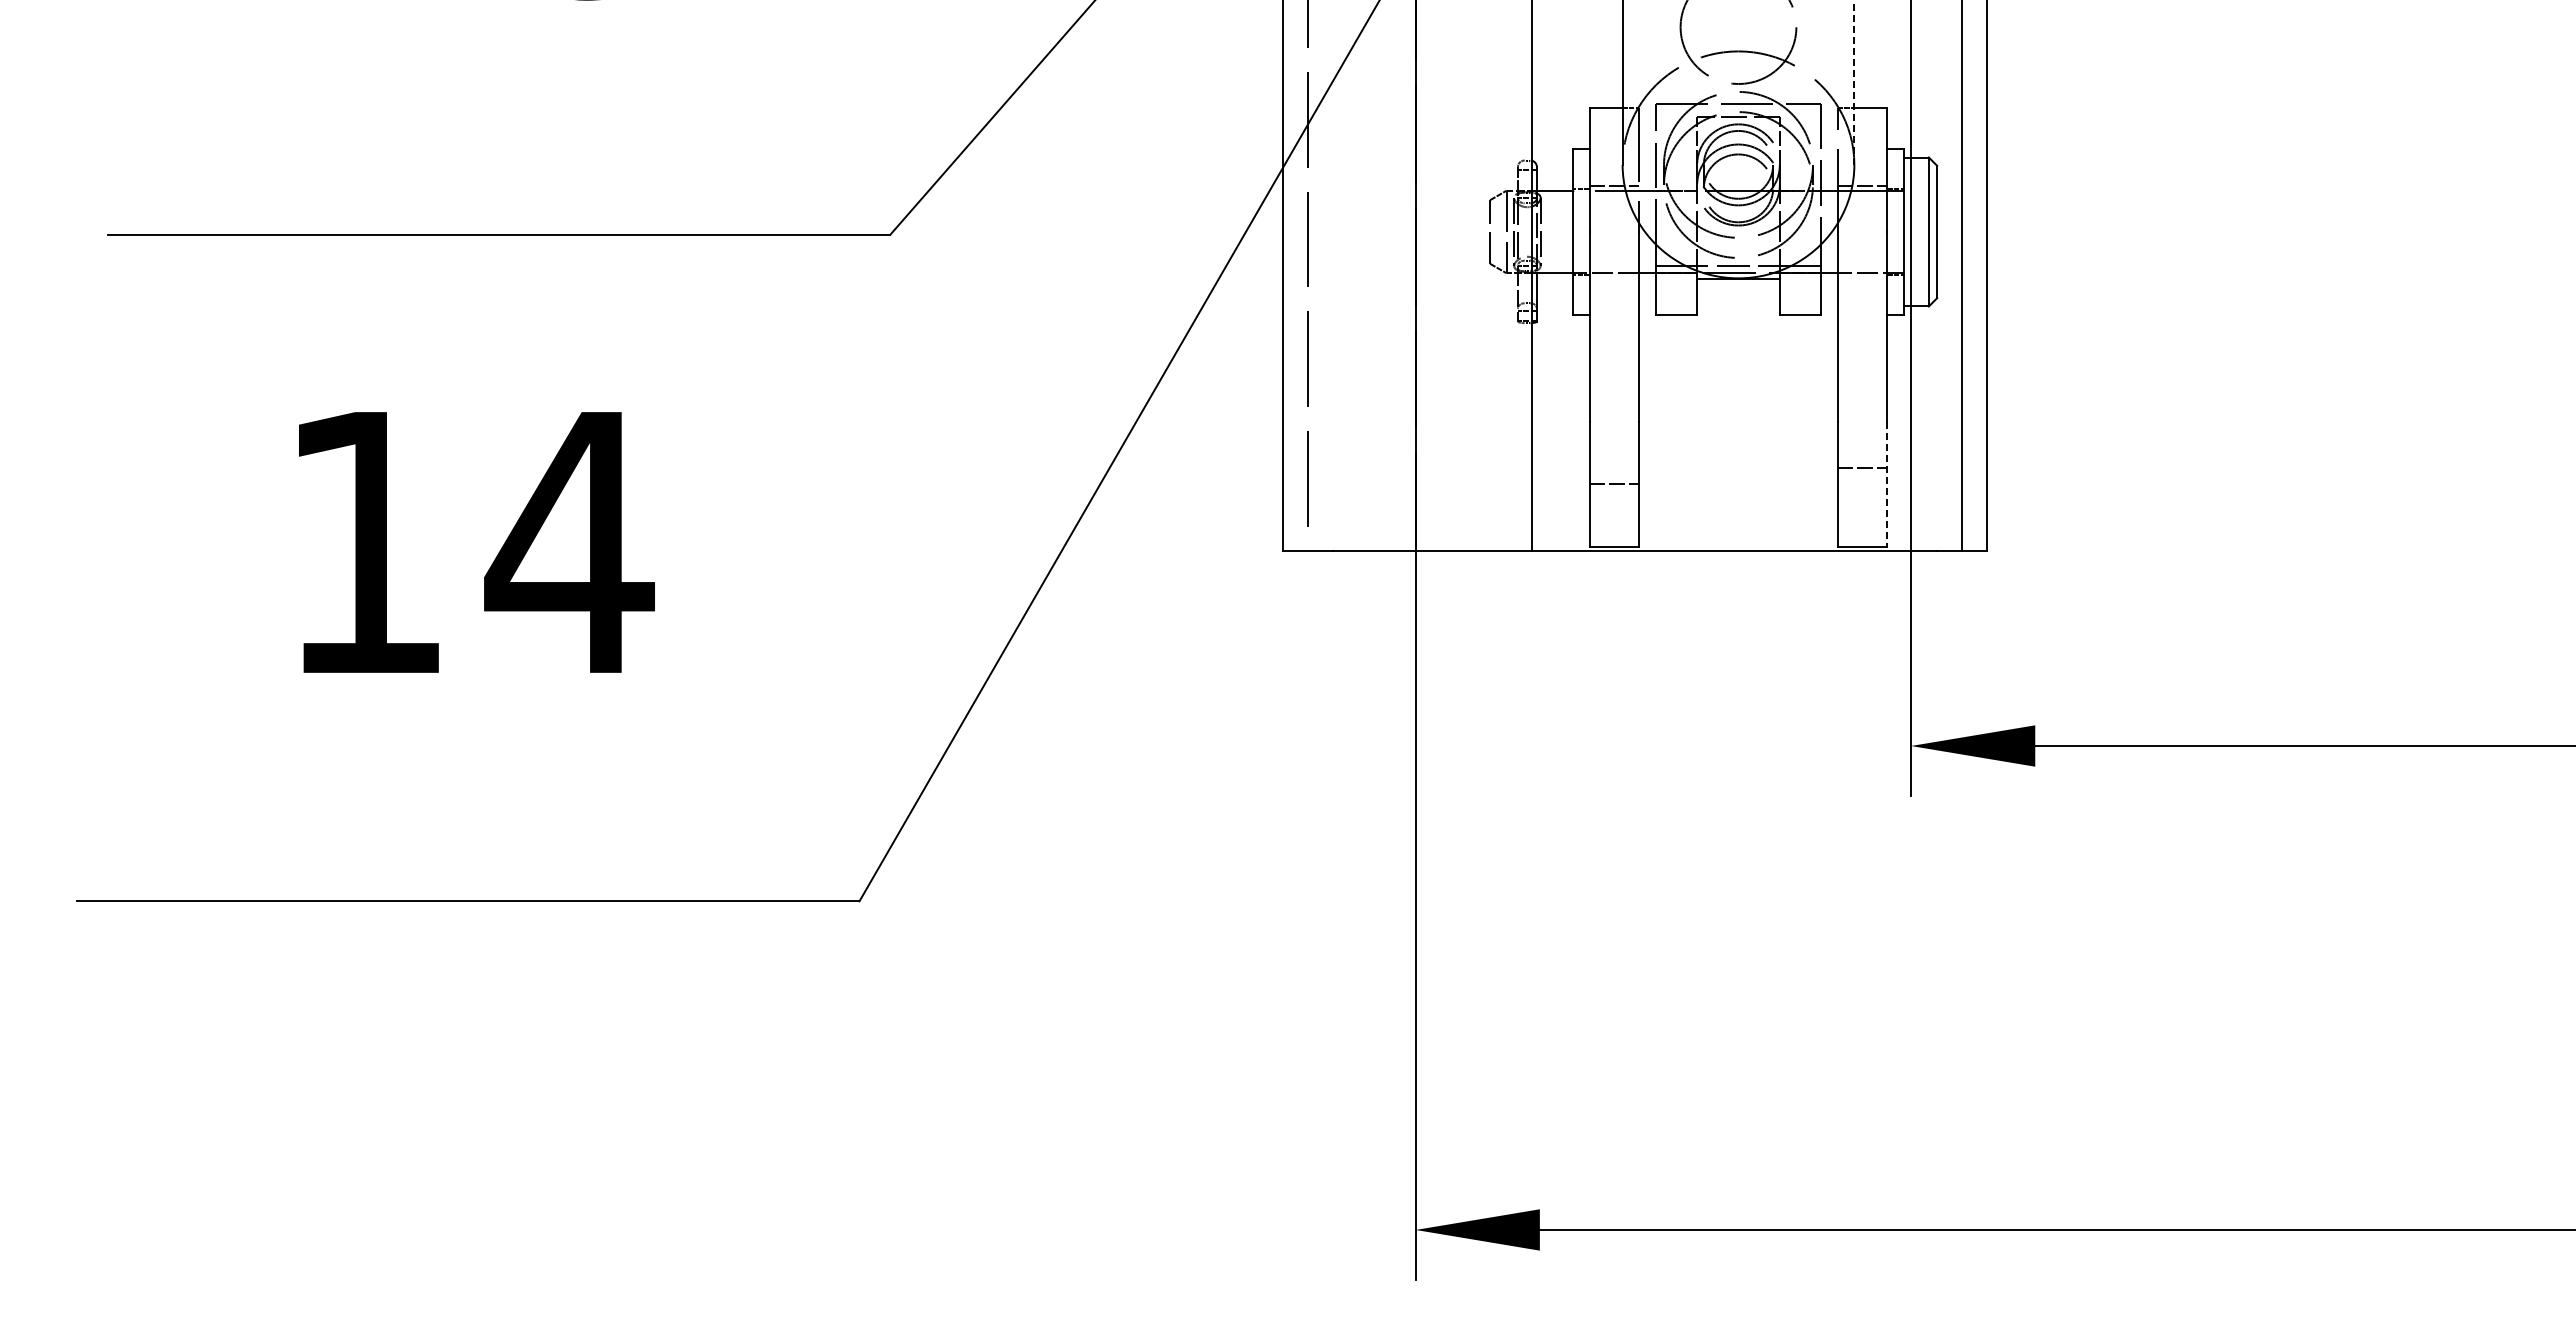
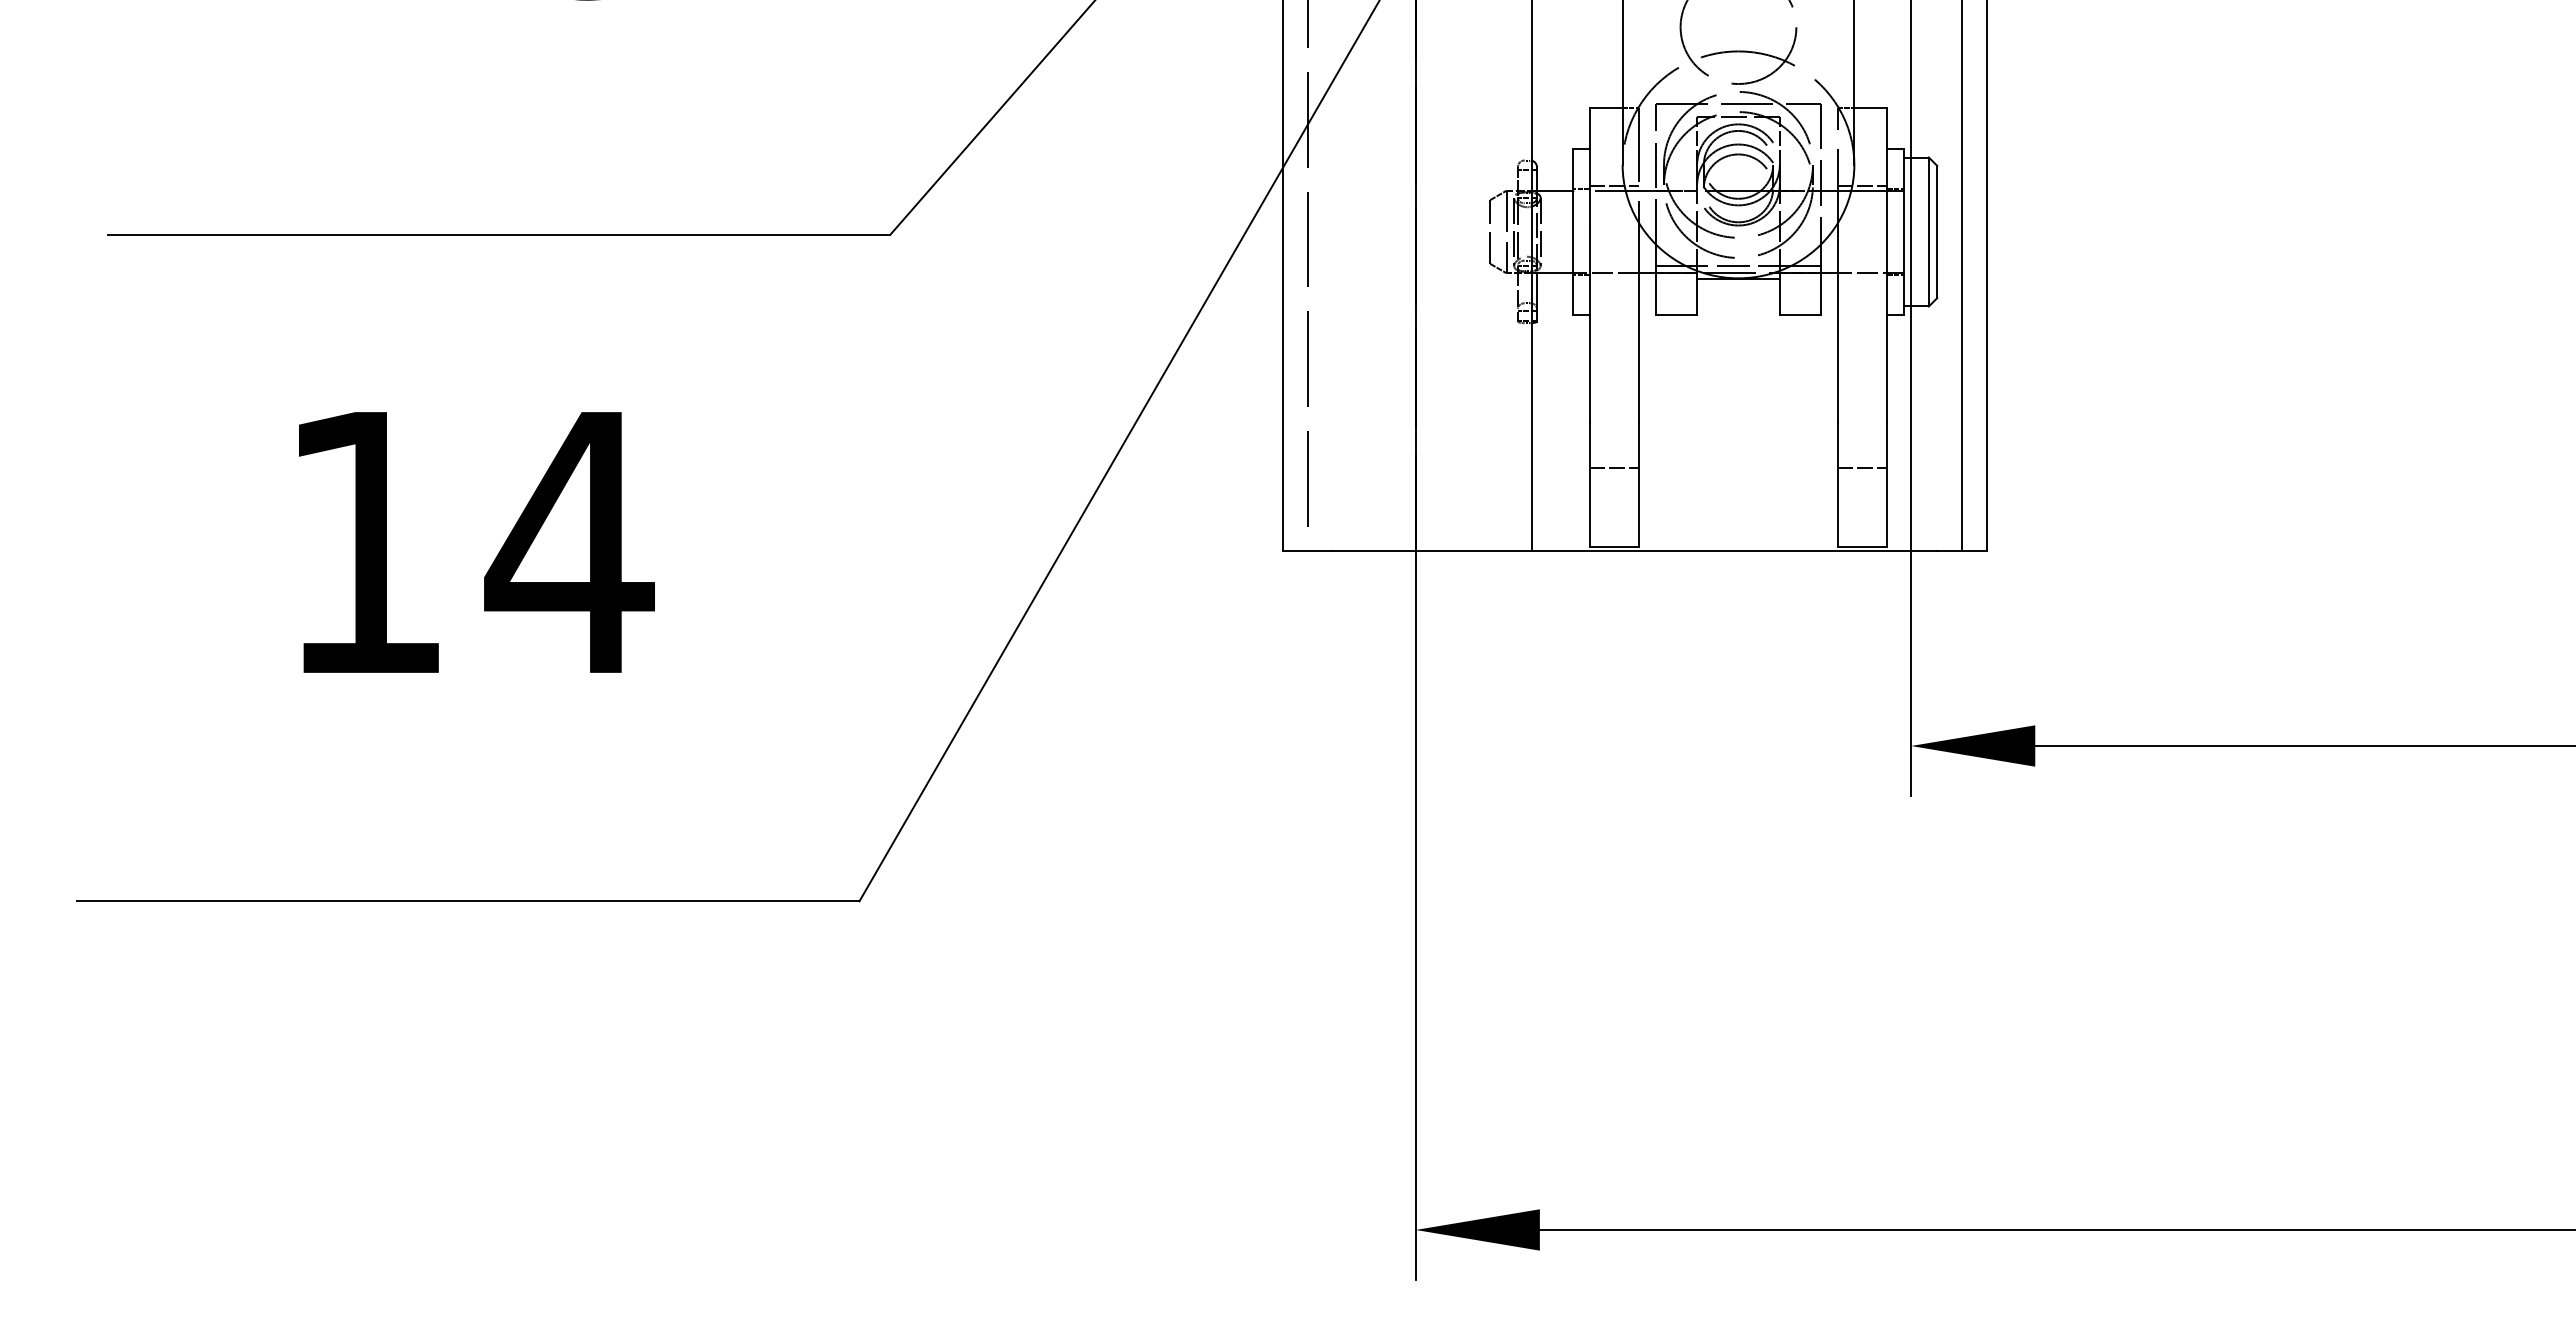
line at (1854, 82): dashed -> solid
line at (1614, 483) position: (1614, 483) -> (1614, 467)
line at (1887, 484): dashed -> solid
